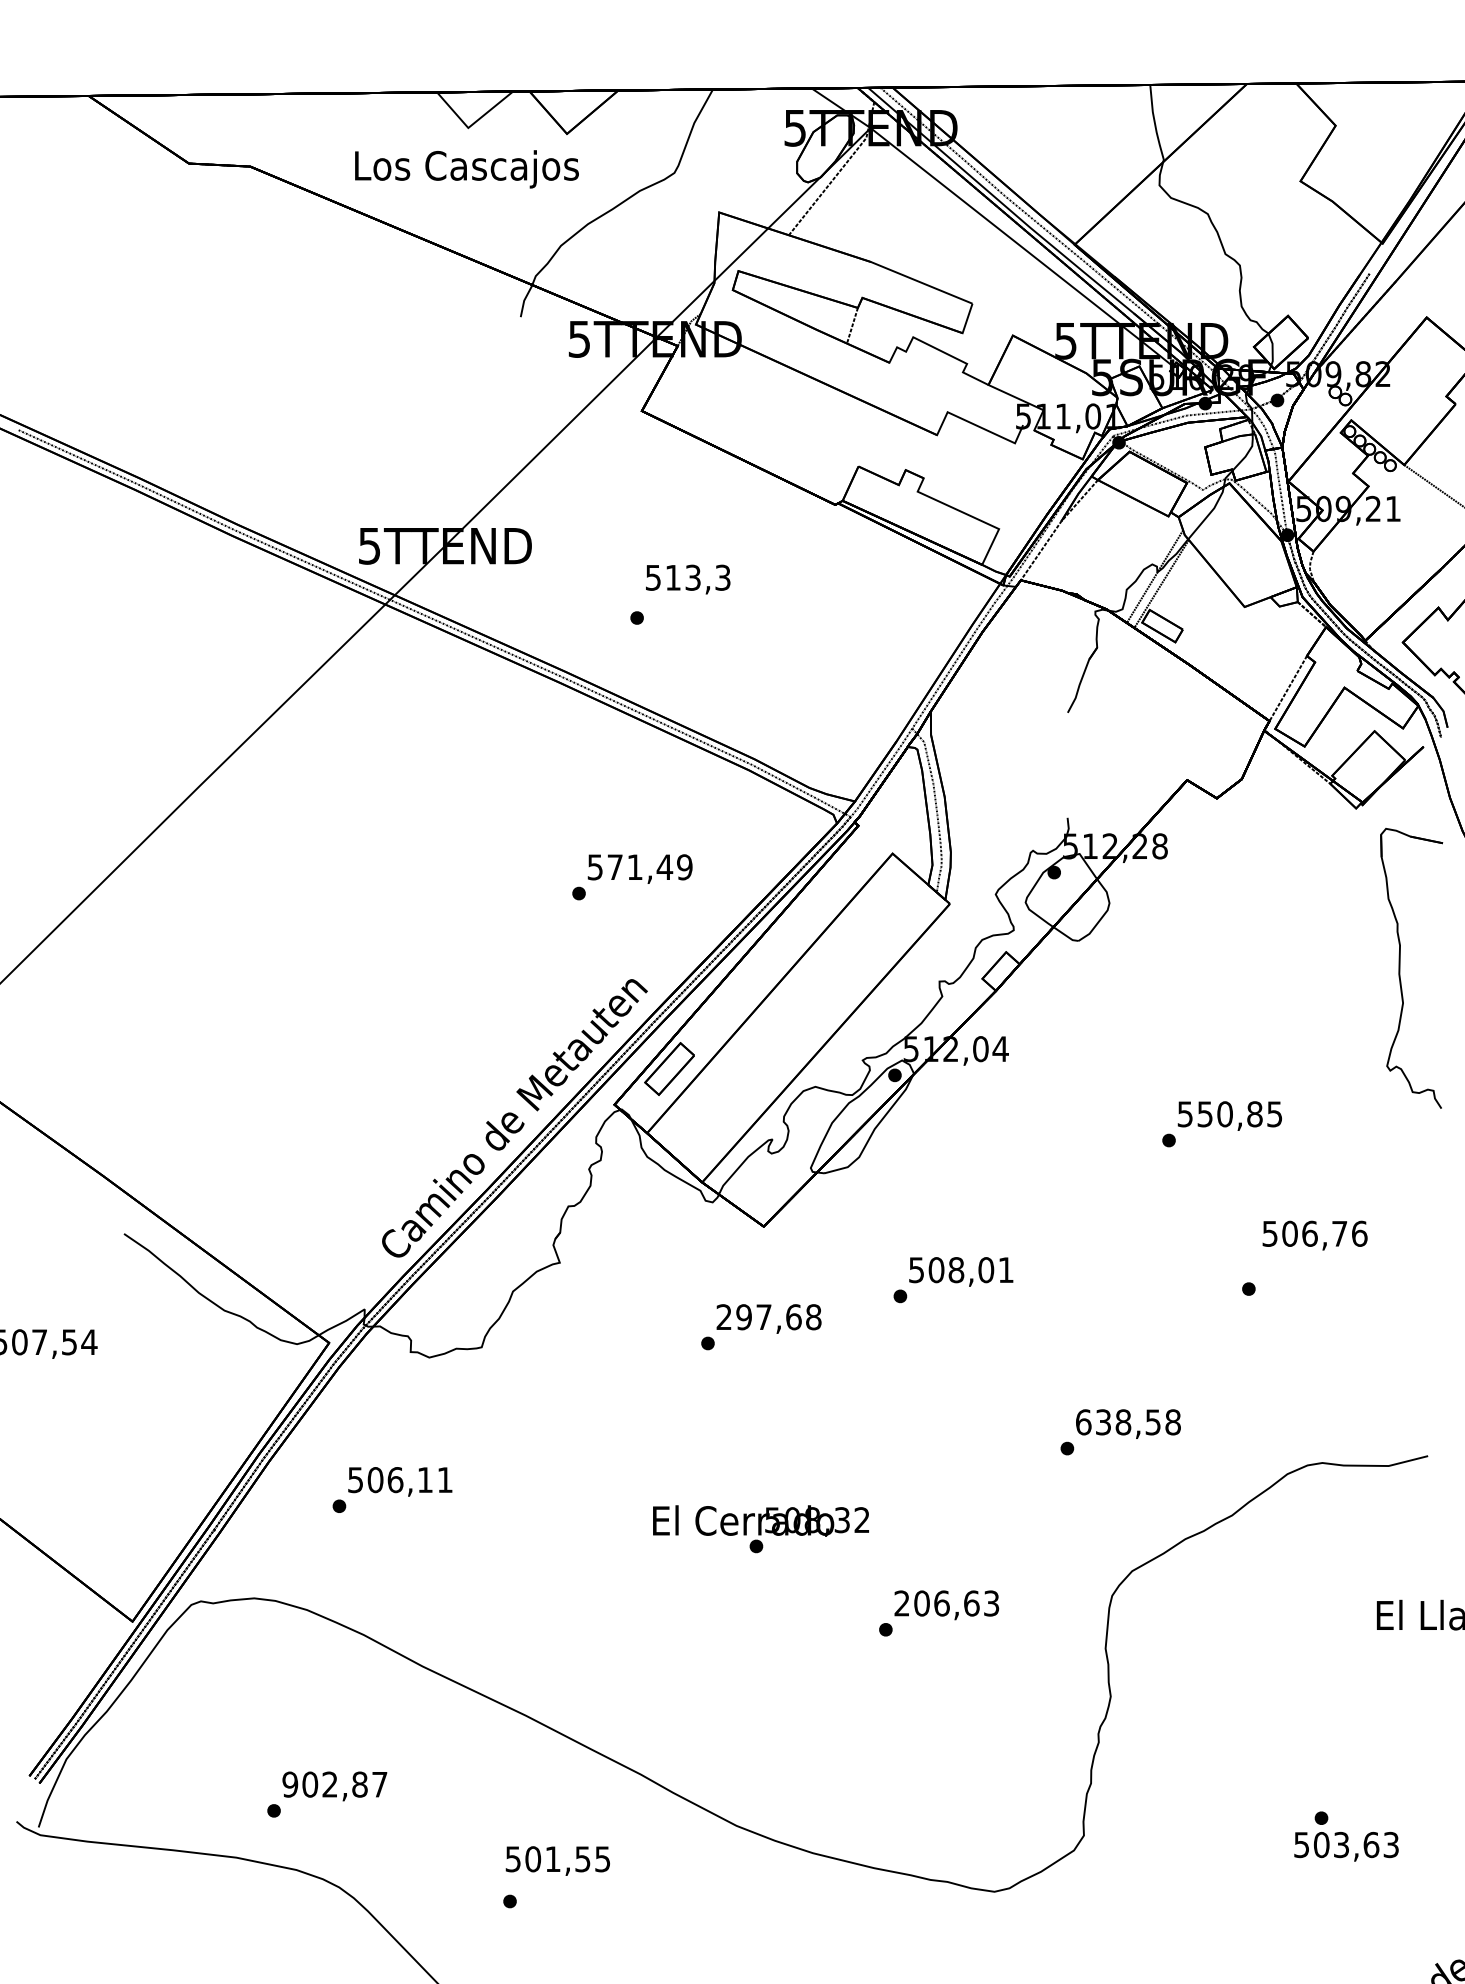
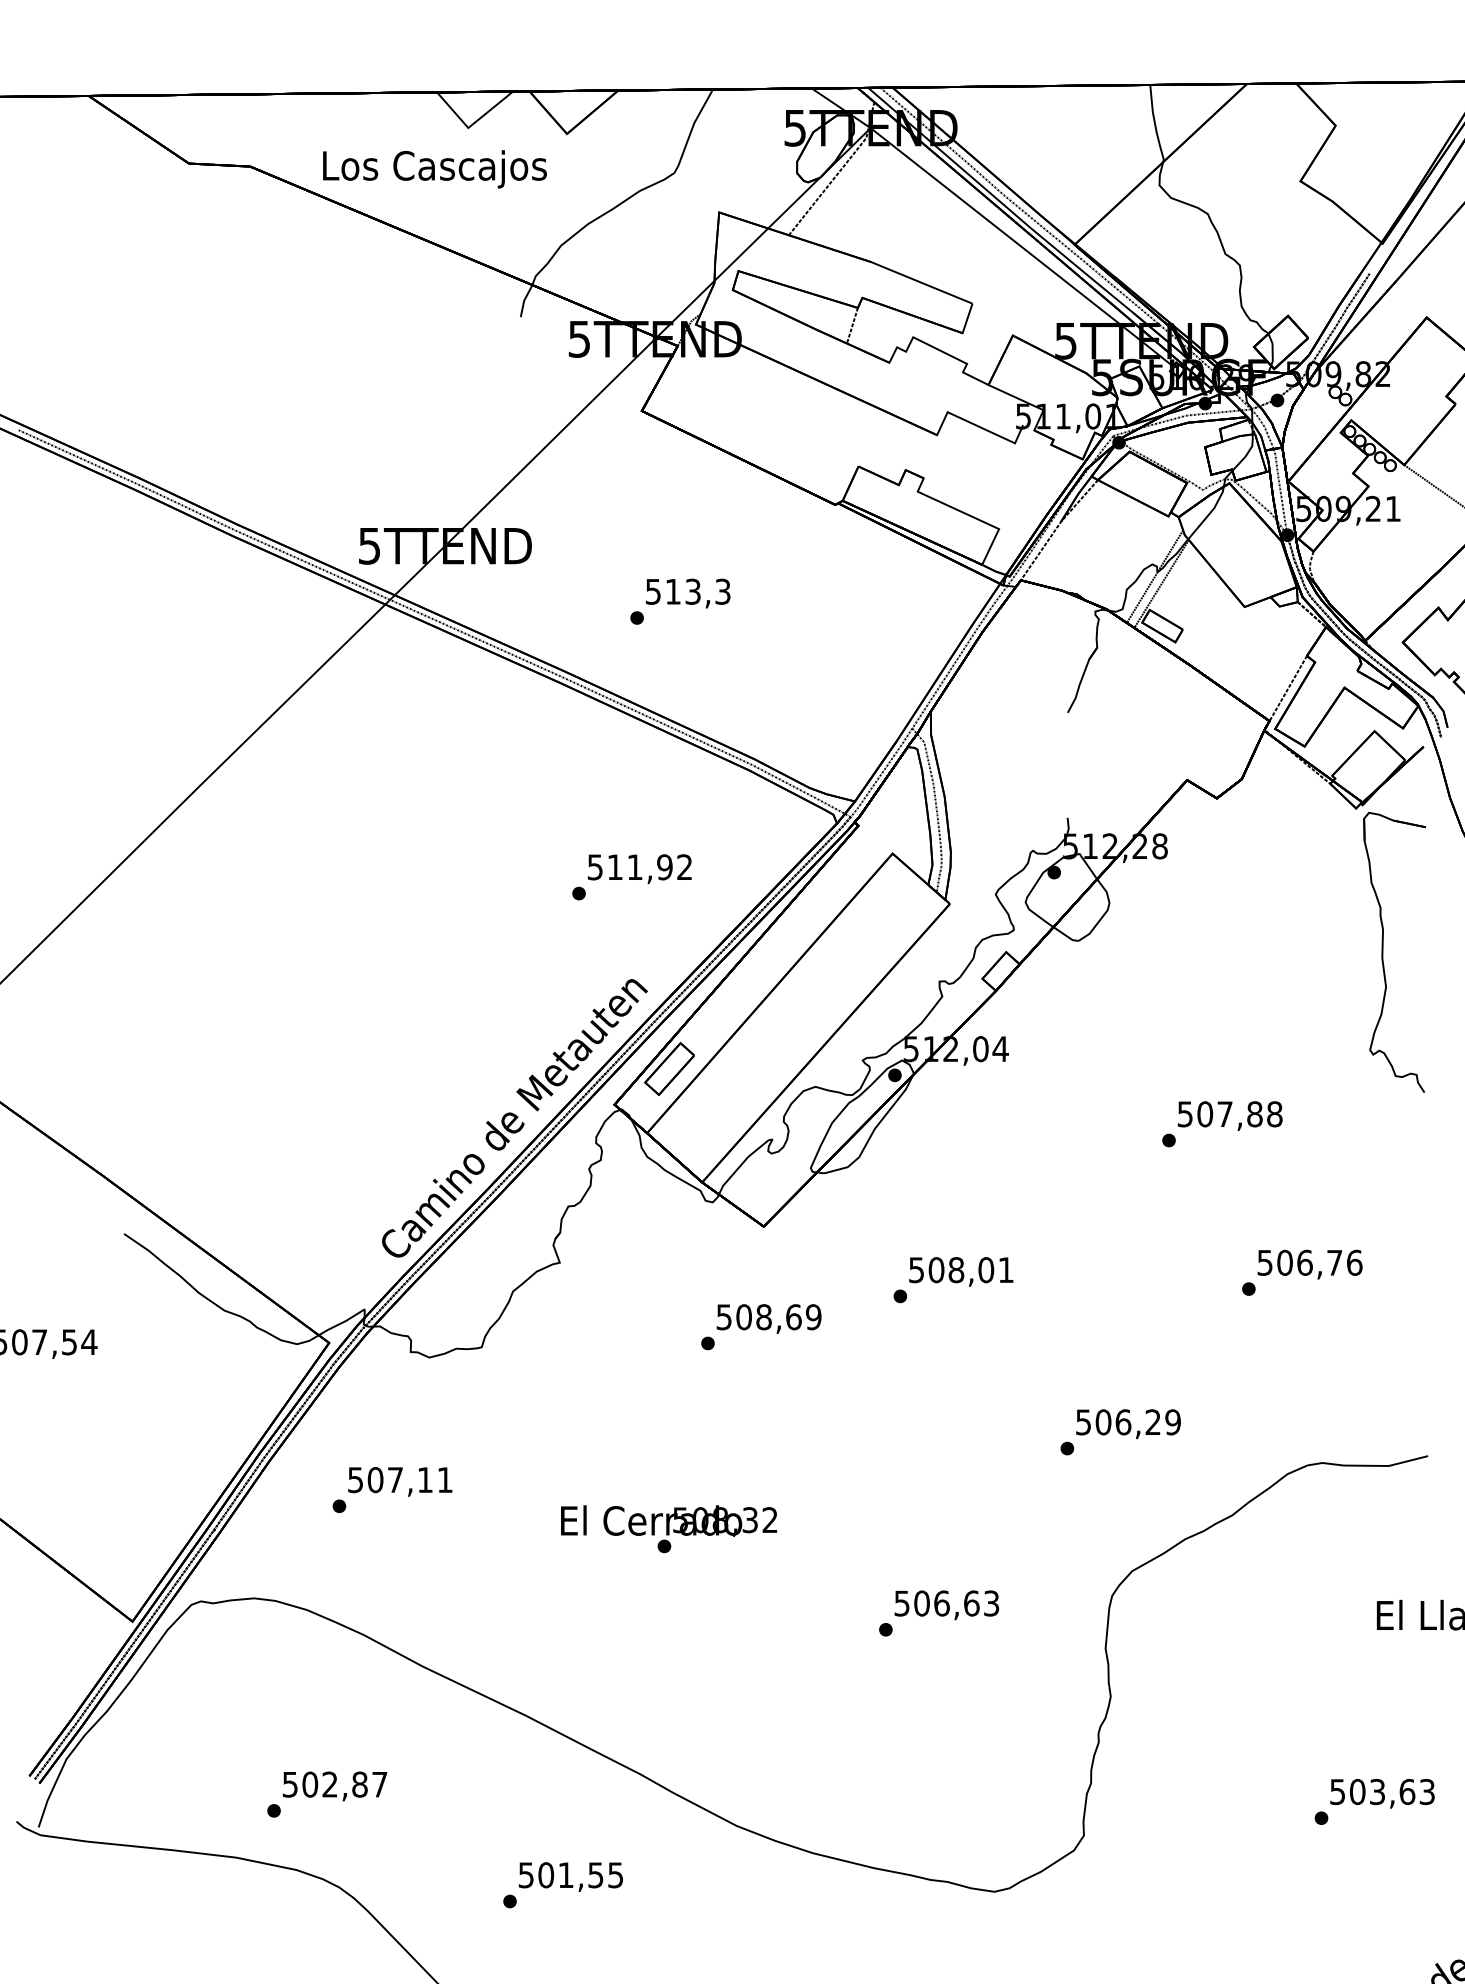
text at (466, 169) position: (466, 169) -> (434, 169)
text at (688, 579) position: (688, 579) -> (688, 593)
text at (649, 867): 571,49 -> 511,92
part at (1400, 968) position: (1400, 968) -> (1383, 952)
text at (1239, 1114): 550,85 -> 507,88
text at (1314, 1235) position: (1314, 1235) -> (1309, 1264)
text at (768, 1317): 297,68 -> 508,69
text at (1128, 1422): 638,58 -> 506,29
text at (395, 1480): 506,11 -> 507,11
text at (760, 1529) position: (760, 1529) -> (668, 1529)
text at (901, 1603): 206,63 -> 506,63
text at (290, 1784): 902,87 -> 502,87
text at (1346, 1846) position: (1346, 1846) -> (1382, 1793)
text at (557, 1860) position: (557, 1860) -> (570, 1876)
